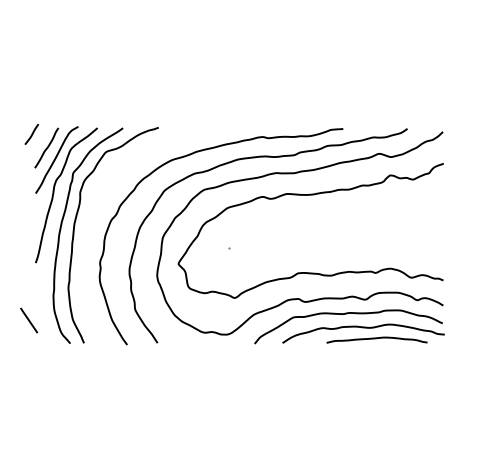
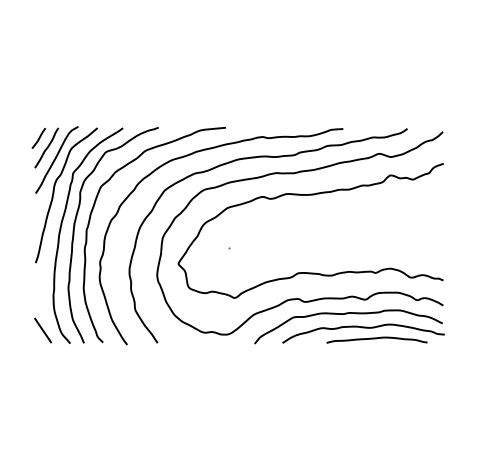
line at (31, 133) position: (31, 133) -> (38, 137)
curve at (90, 221): none -> present
line at (29, 320) position: (29, 320) -> (43, 330)
